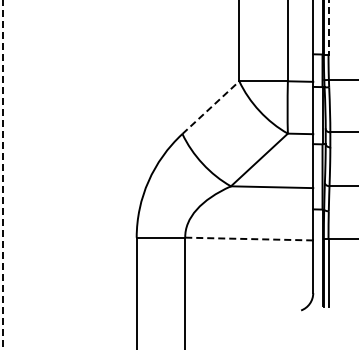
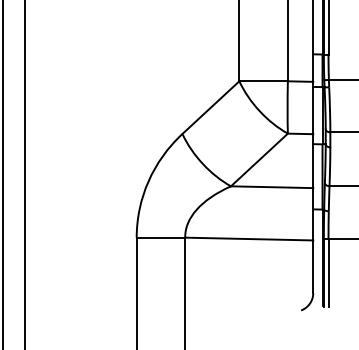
line at (328, 27): dashed -> solid
line at (210, 107): dashed -> solid
line at (2, 174): dashed -> solid
line at (24, 174): none -> present
line at (249, 239): dashed -> solid
